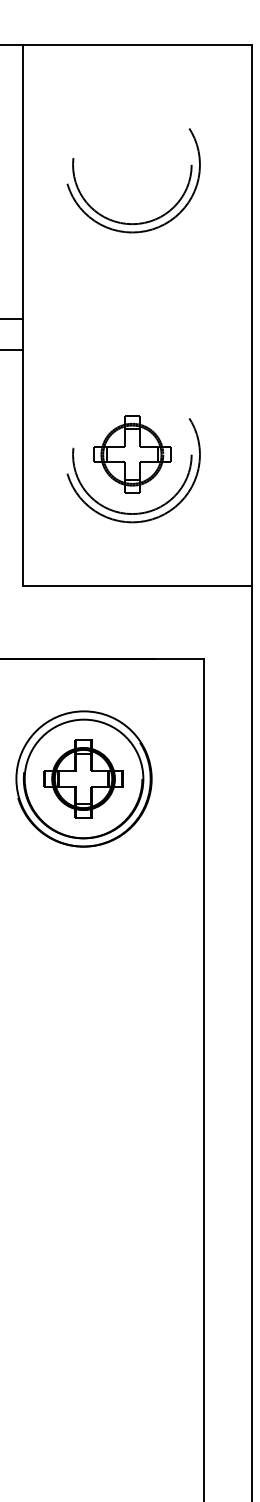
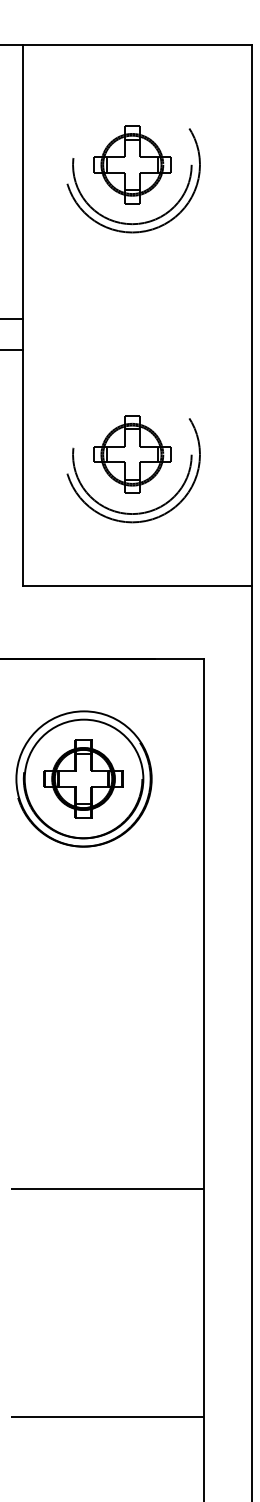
part at (132, 164): none -> present
line at (102, 1188): none -> present
line at (102, 1416): none -> present
